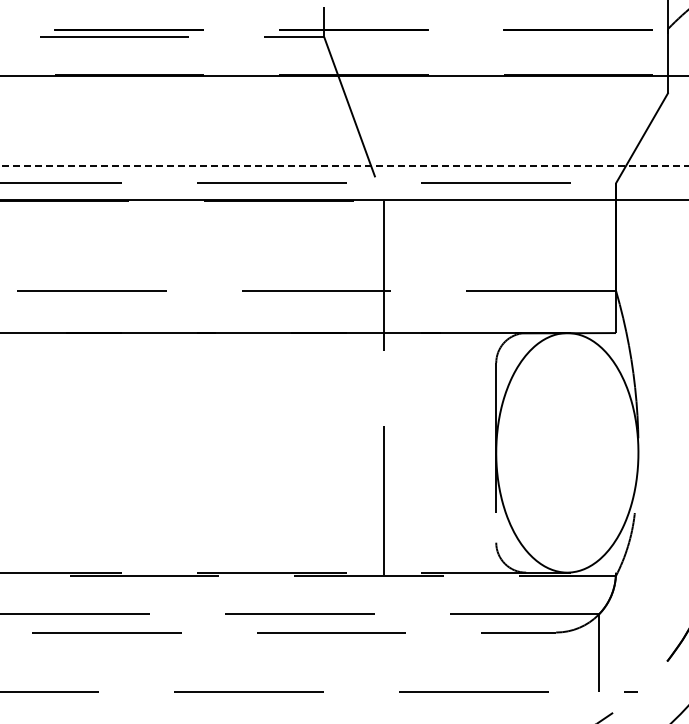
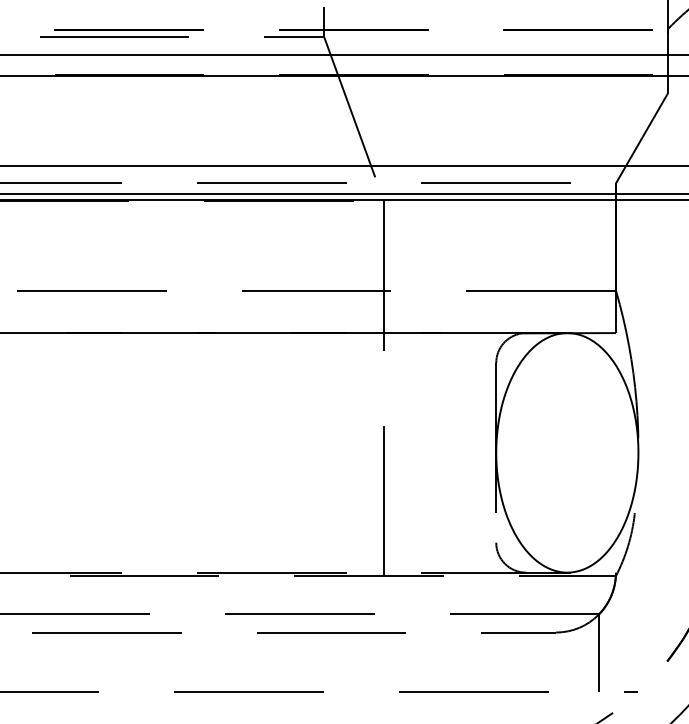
line at (343, 55): none -> present
line at (344, 166): dashed -> solid
line at (343, 193): none -> present
